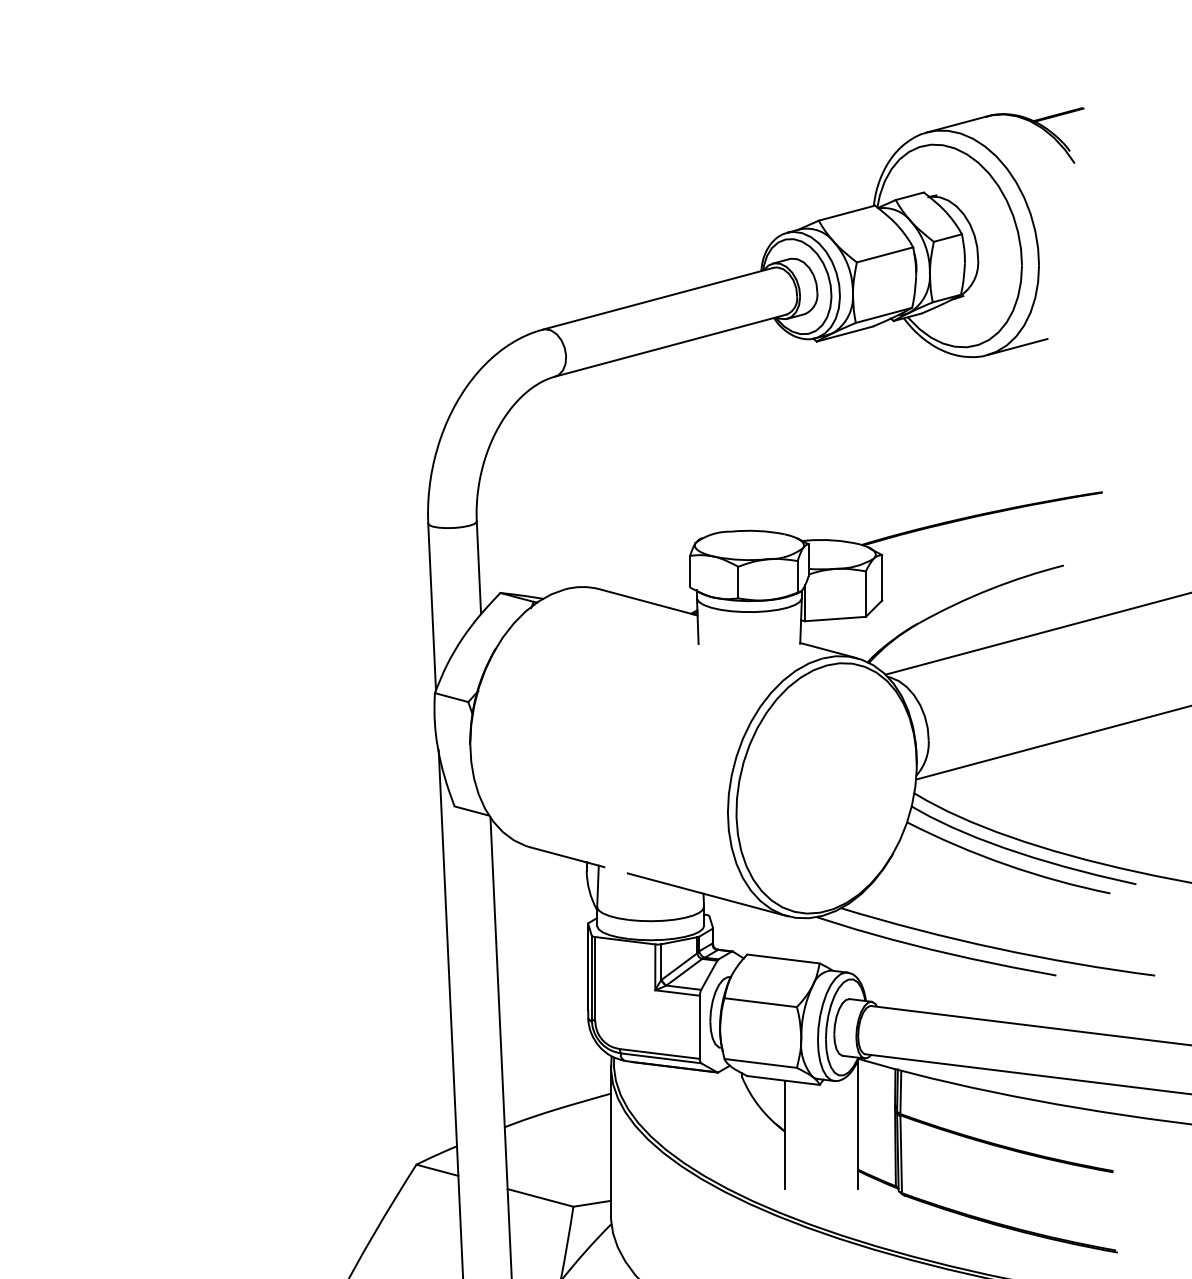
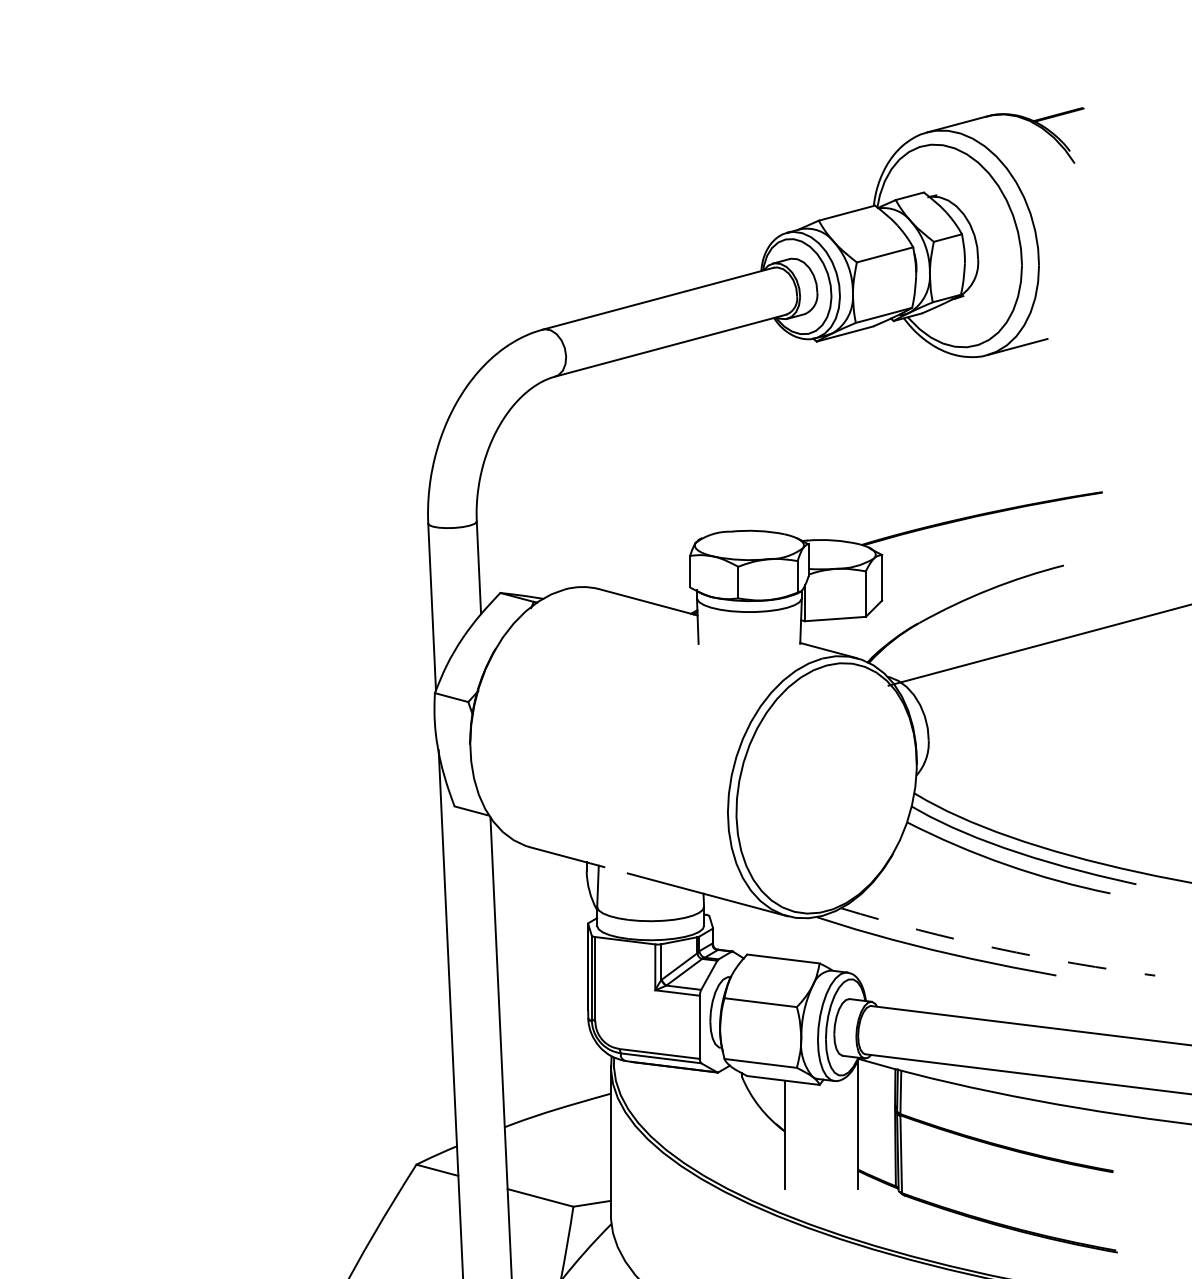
line at (1036, 633) position: (1036, 633) -> (1038, 645)
line at (1052, 742): present -> none
arc at (996, 948): solid -> dashed
